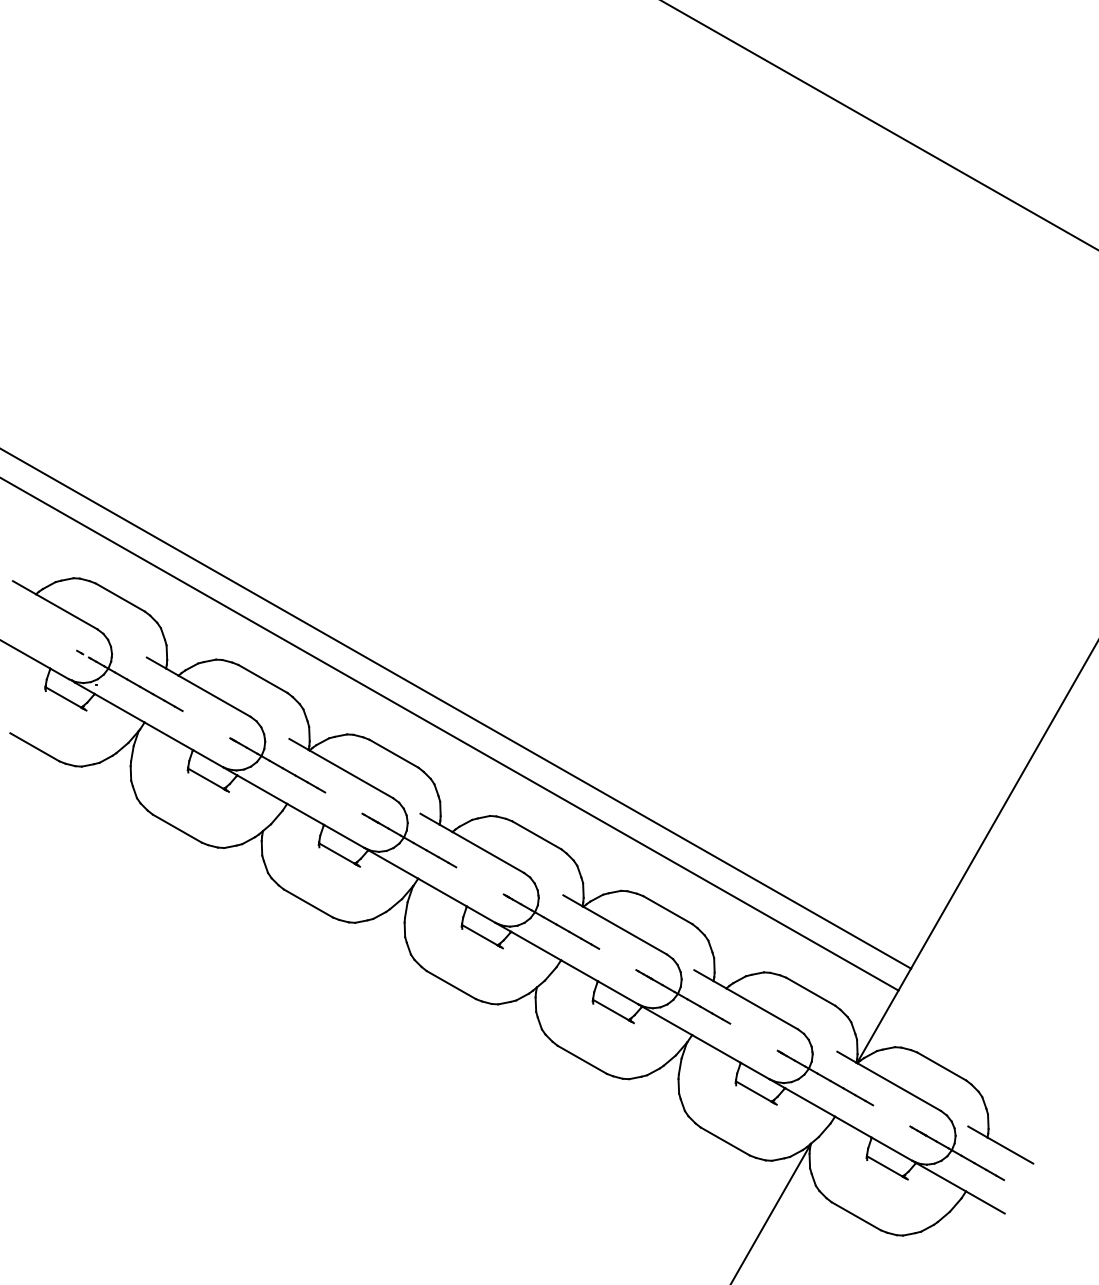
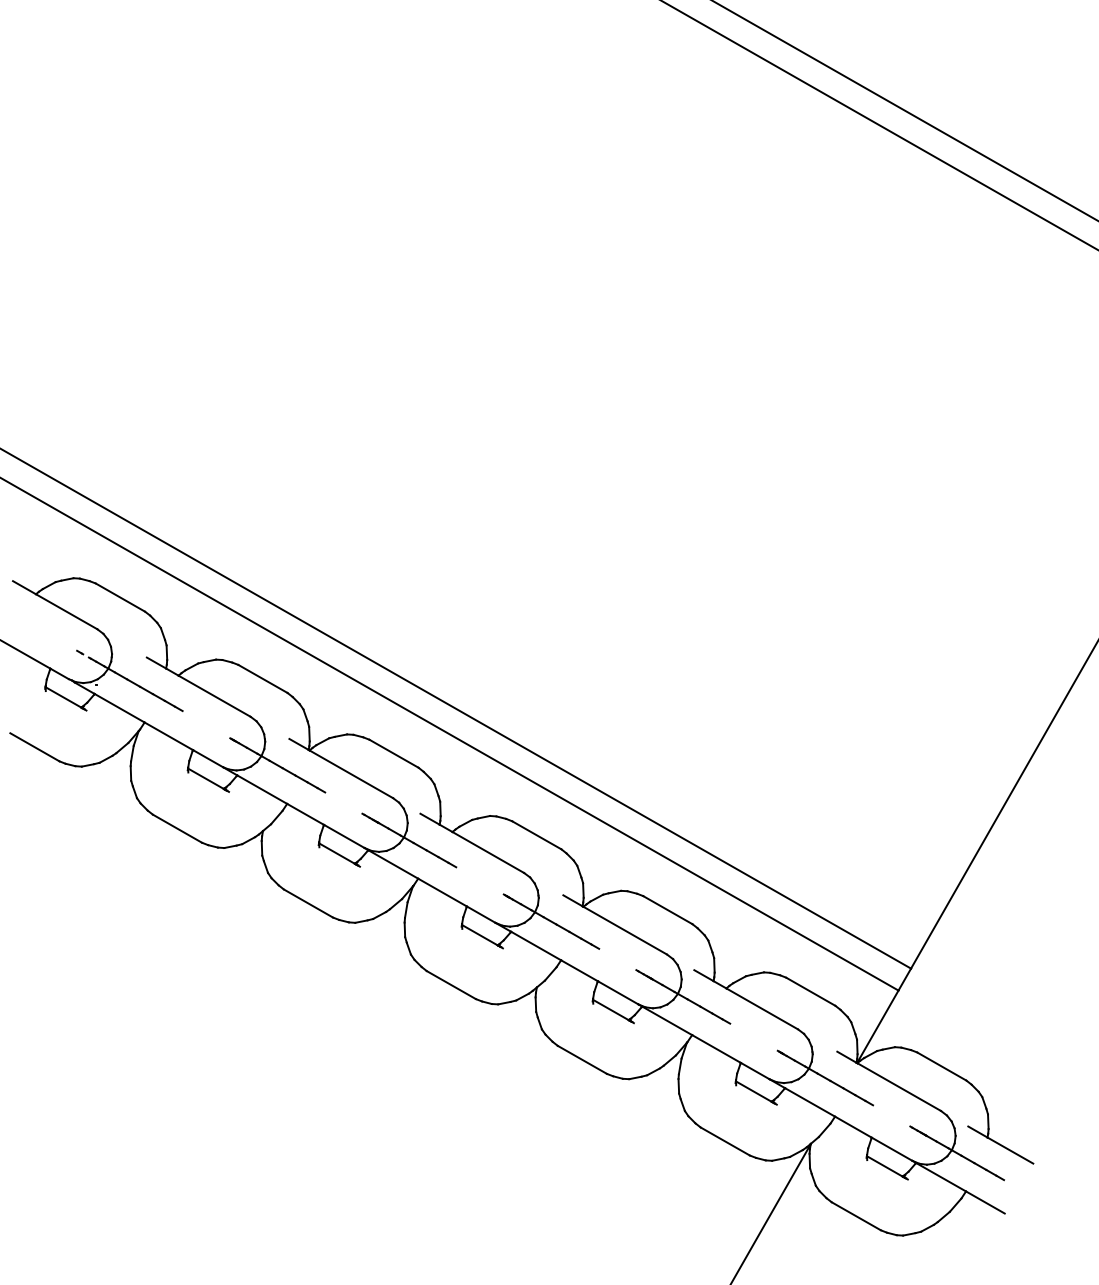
line at (904, 110): none -> present
